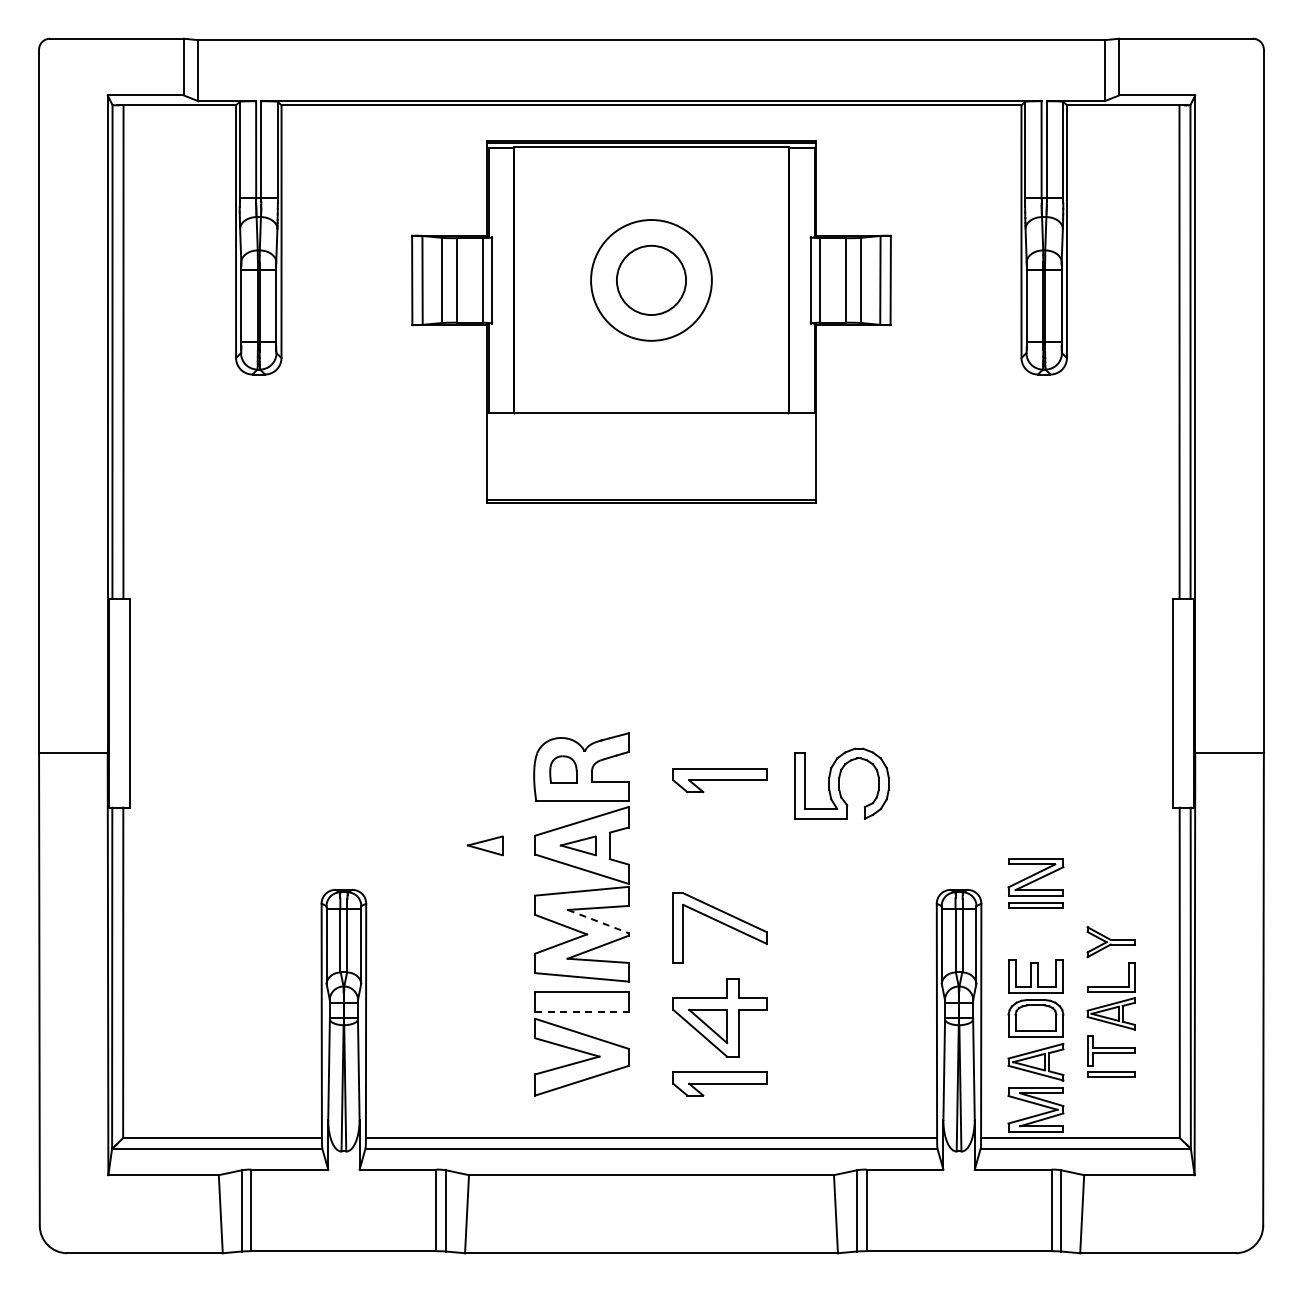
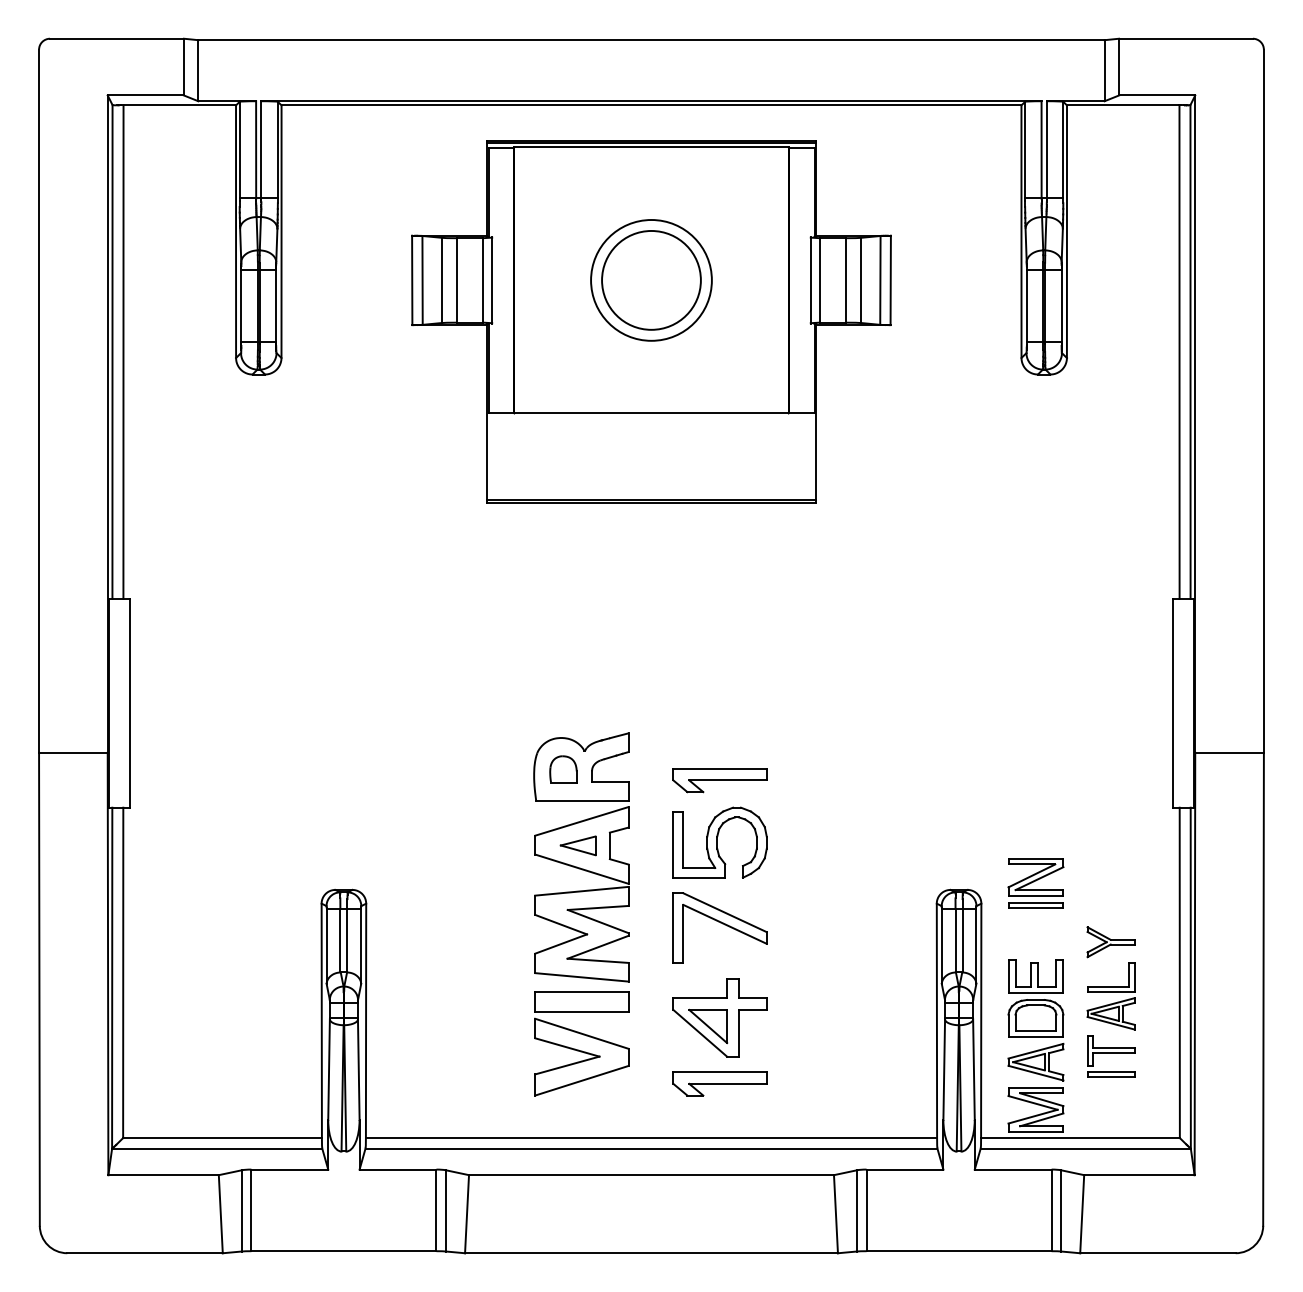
circle at (651, 280) diameter: 69 px -> 99 px
part at (841, 783) position: (841, 783) -> (719, 842)
part at (484, 845): present -> none
line at (598, 921): dashed -> solid
line at (581, 1011): dashed -> solid
